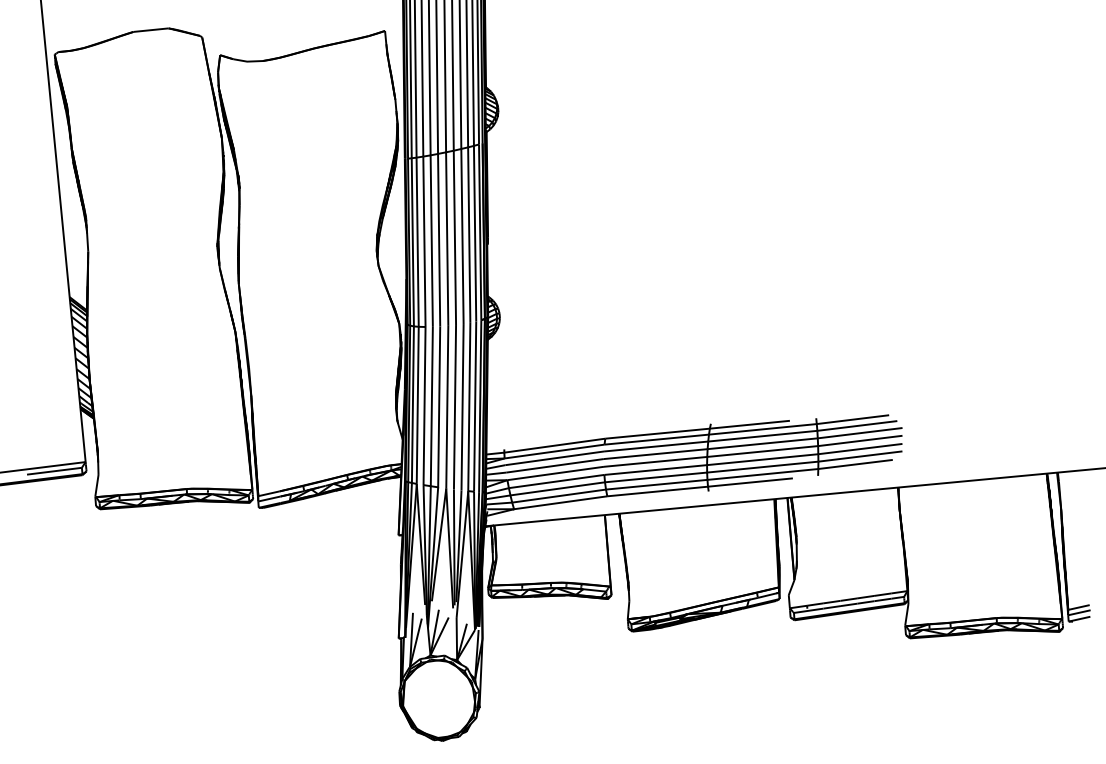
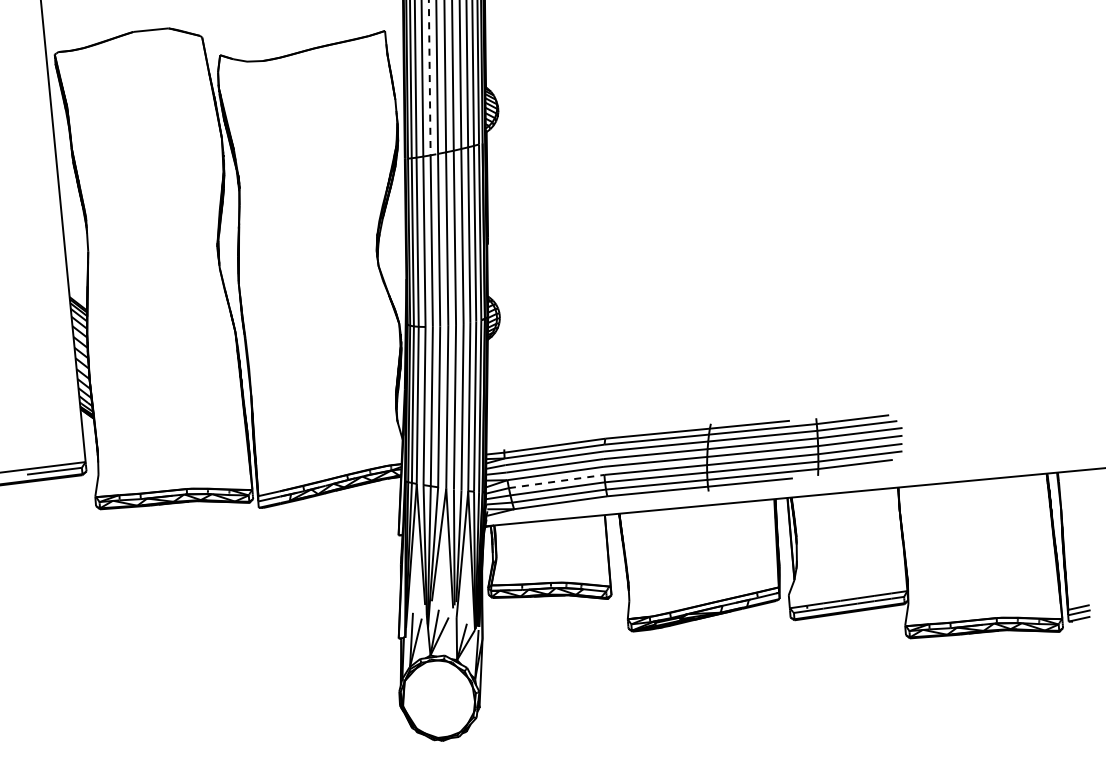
line at (429, 82): solid -> dashed
line at (557, 481): solid -> dashed
